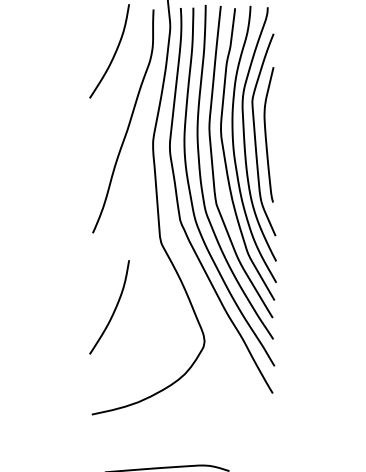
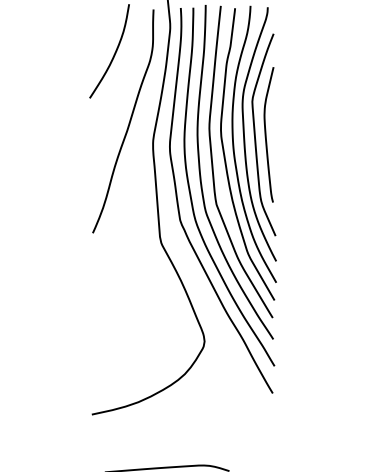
curve at (113, 310): present -> none
